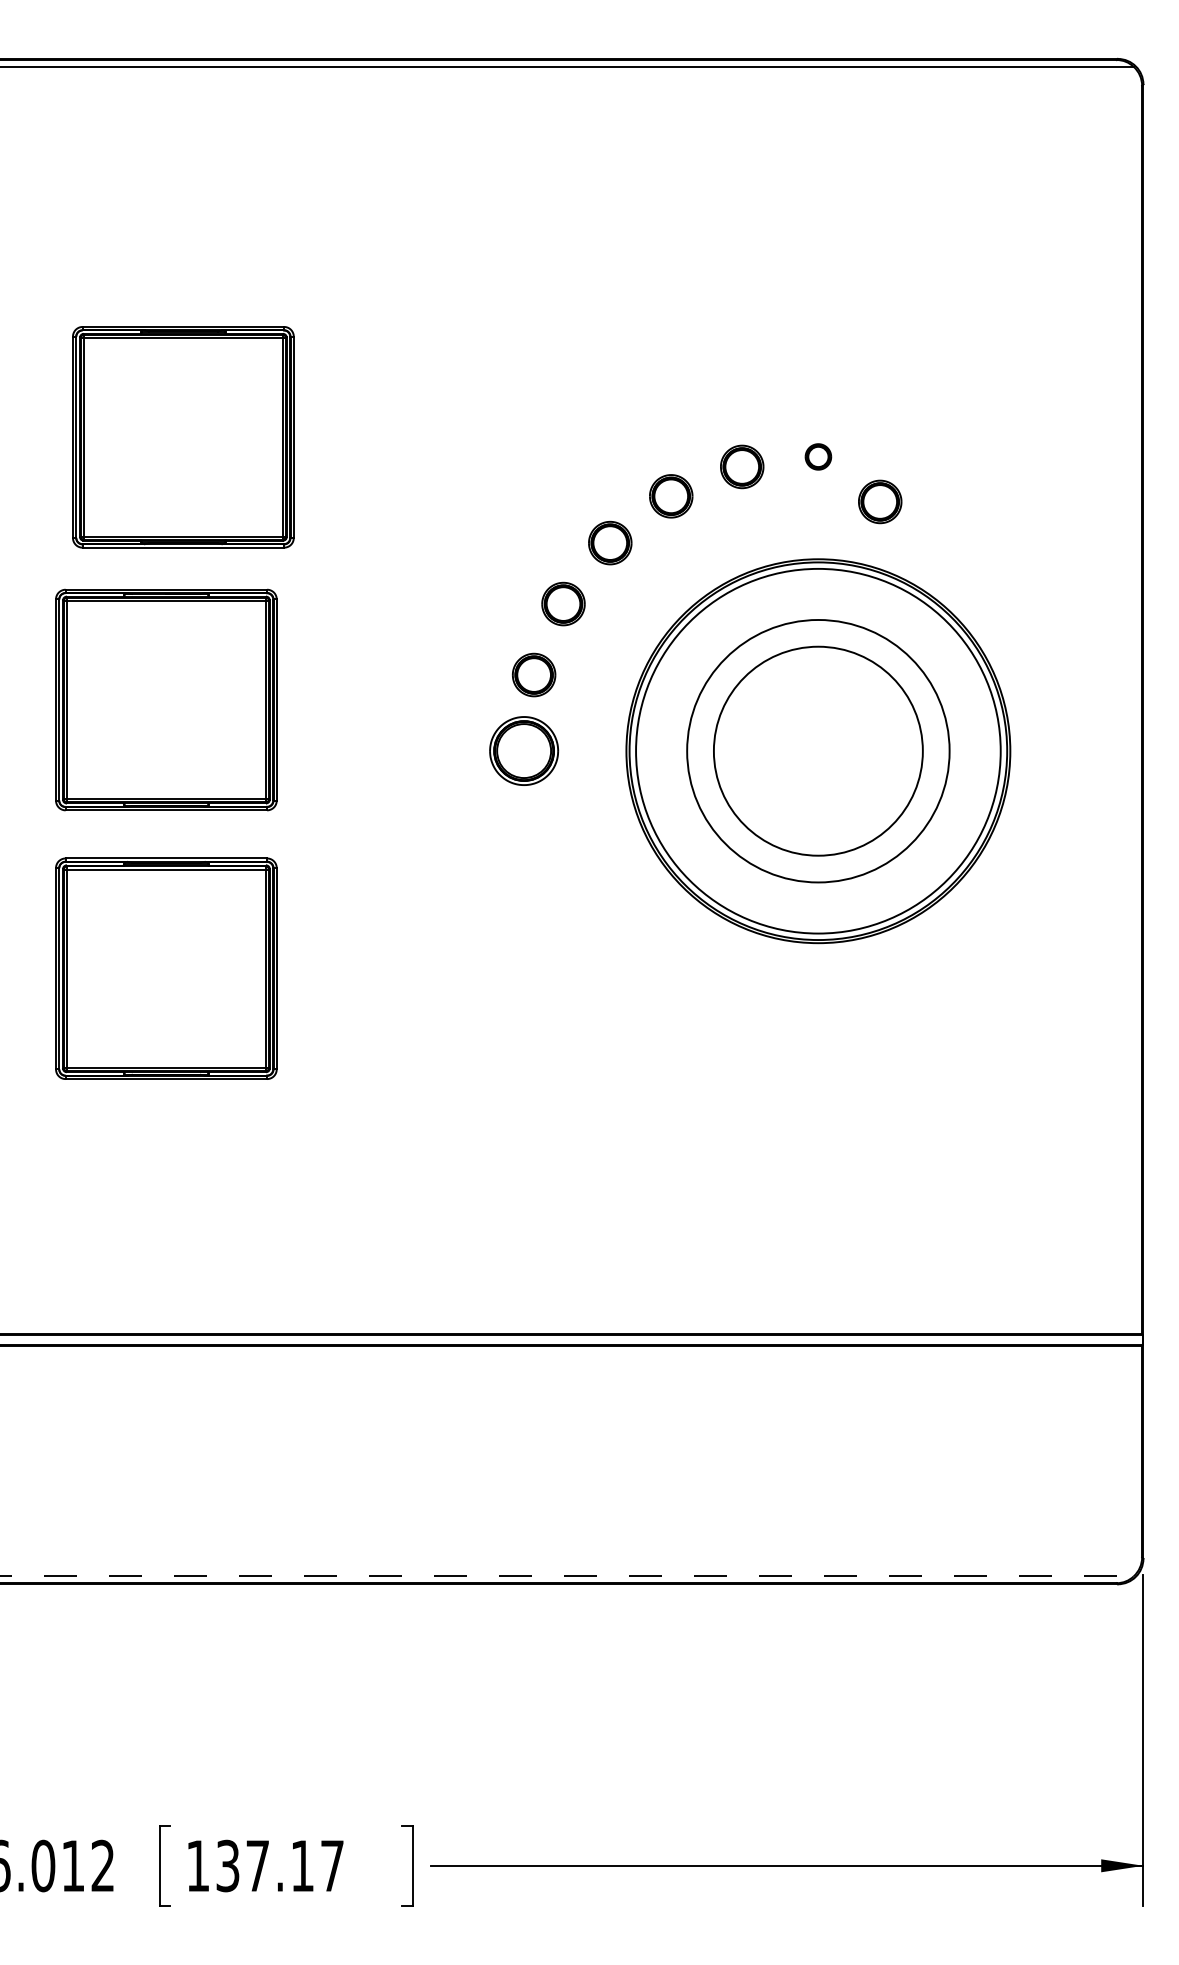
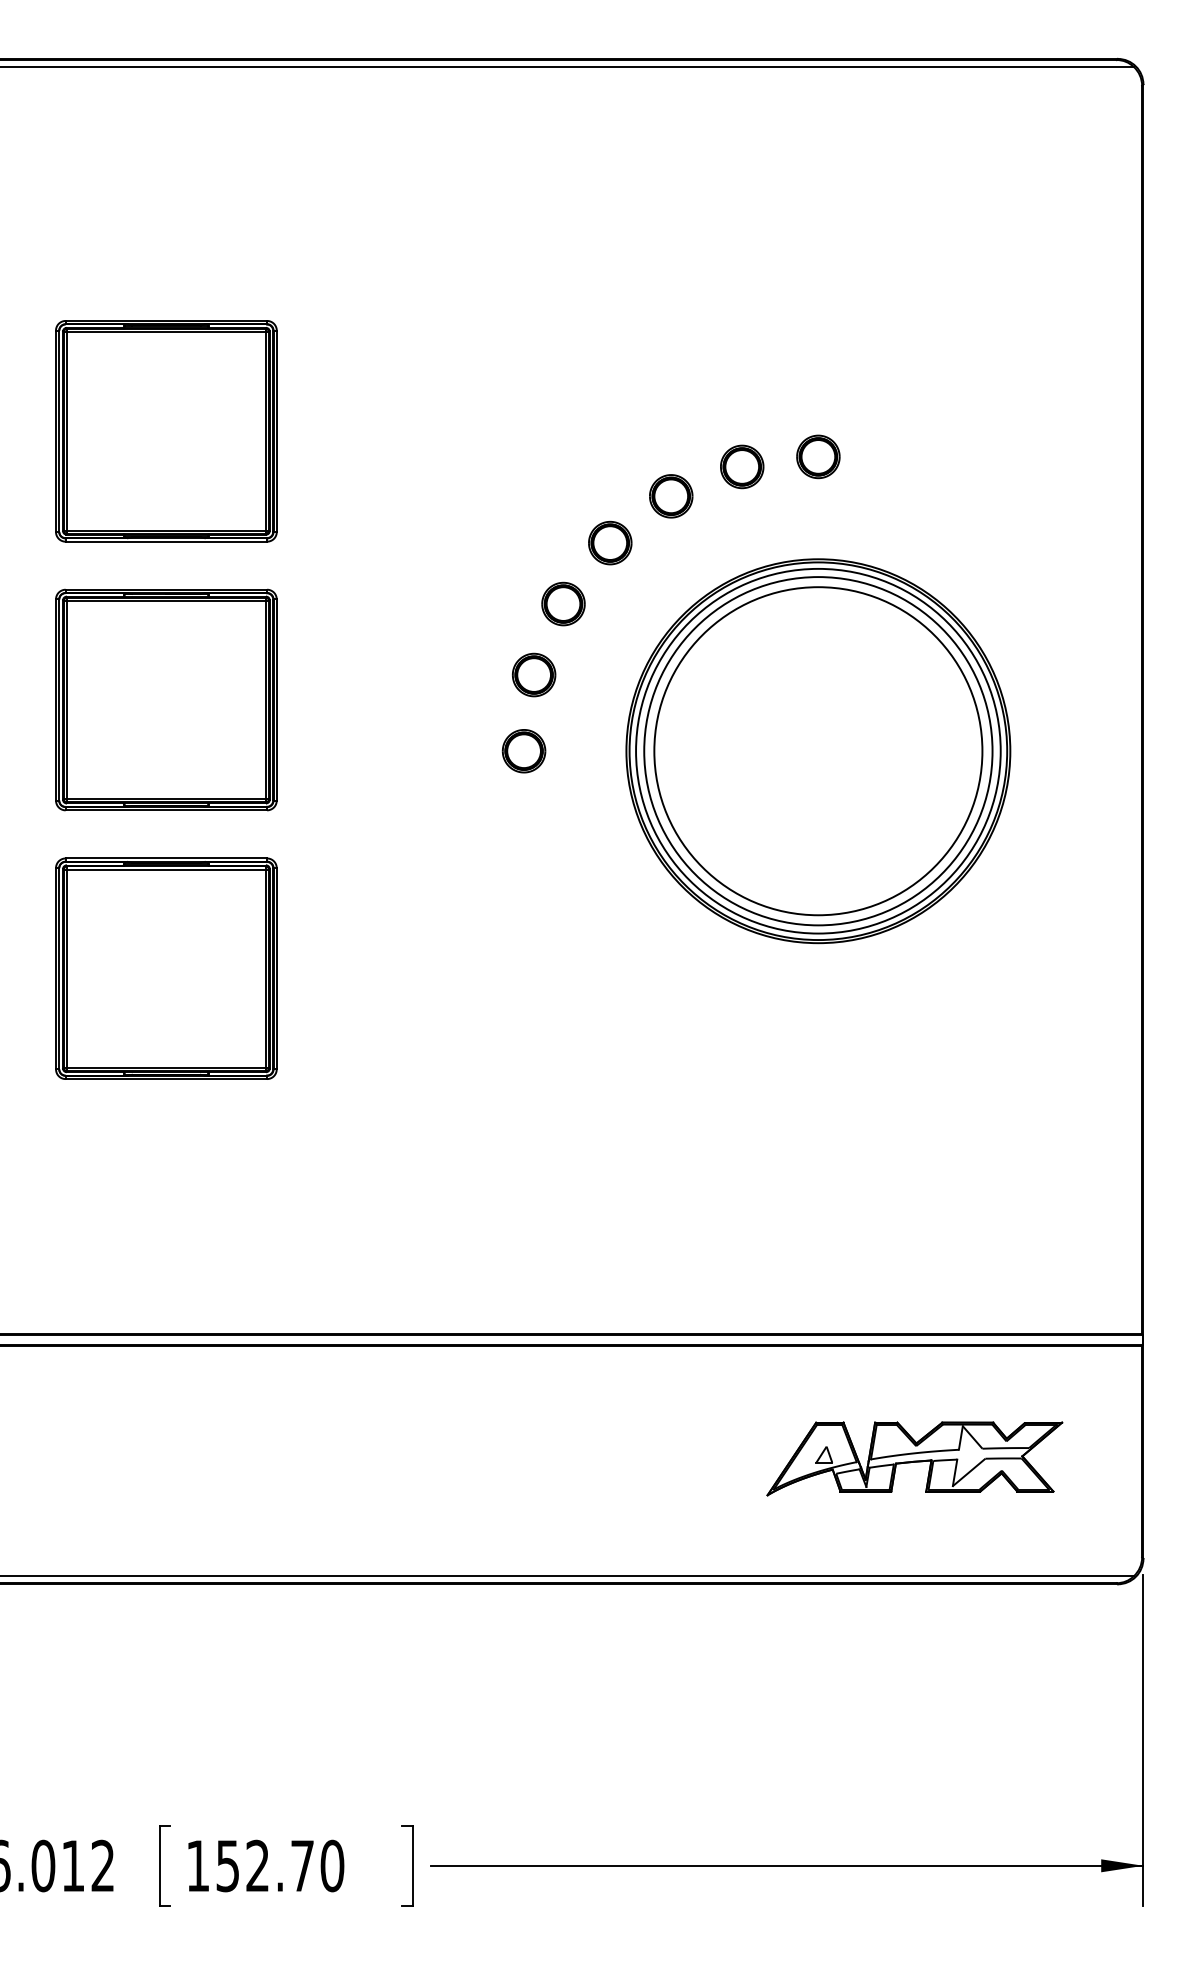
part at (183, 437) position: (183, 437) -> (166, 431)
part at (818, 456) size: 29x28 px -> 45x46 px
part at (880, 501): present -> none
part at (524, 750) size: 71x70 px -> 46x45 px
circle at (817, 750) diameter: 209 px -> 348 px
circle at (818, 750) diameter: 262 px -> 328 px
part at (914, 1458): none -> present
line at (567, 1576): dashed -> solid
text at (280, 1865): 137.17 -> 152.70
